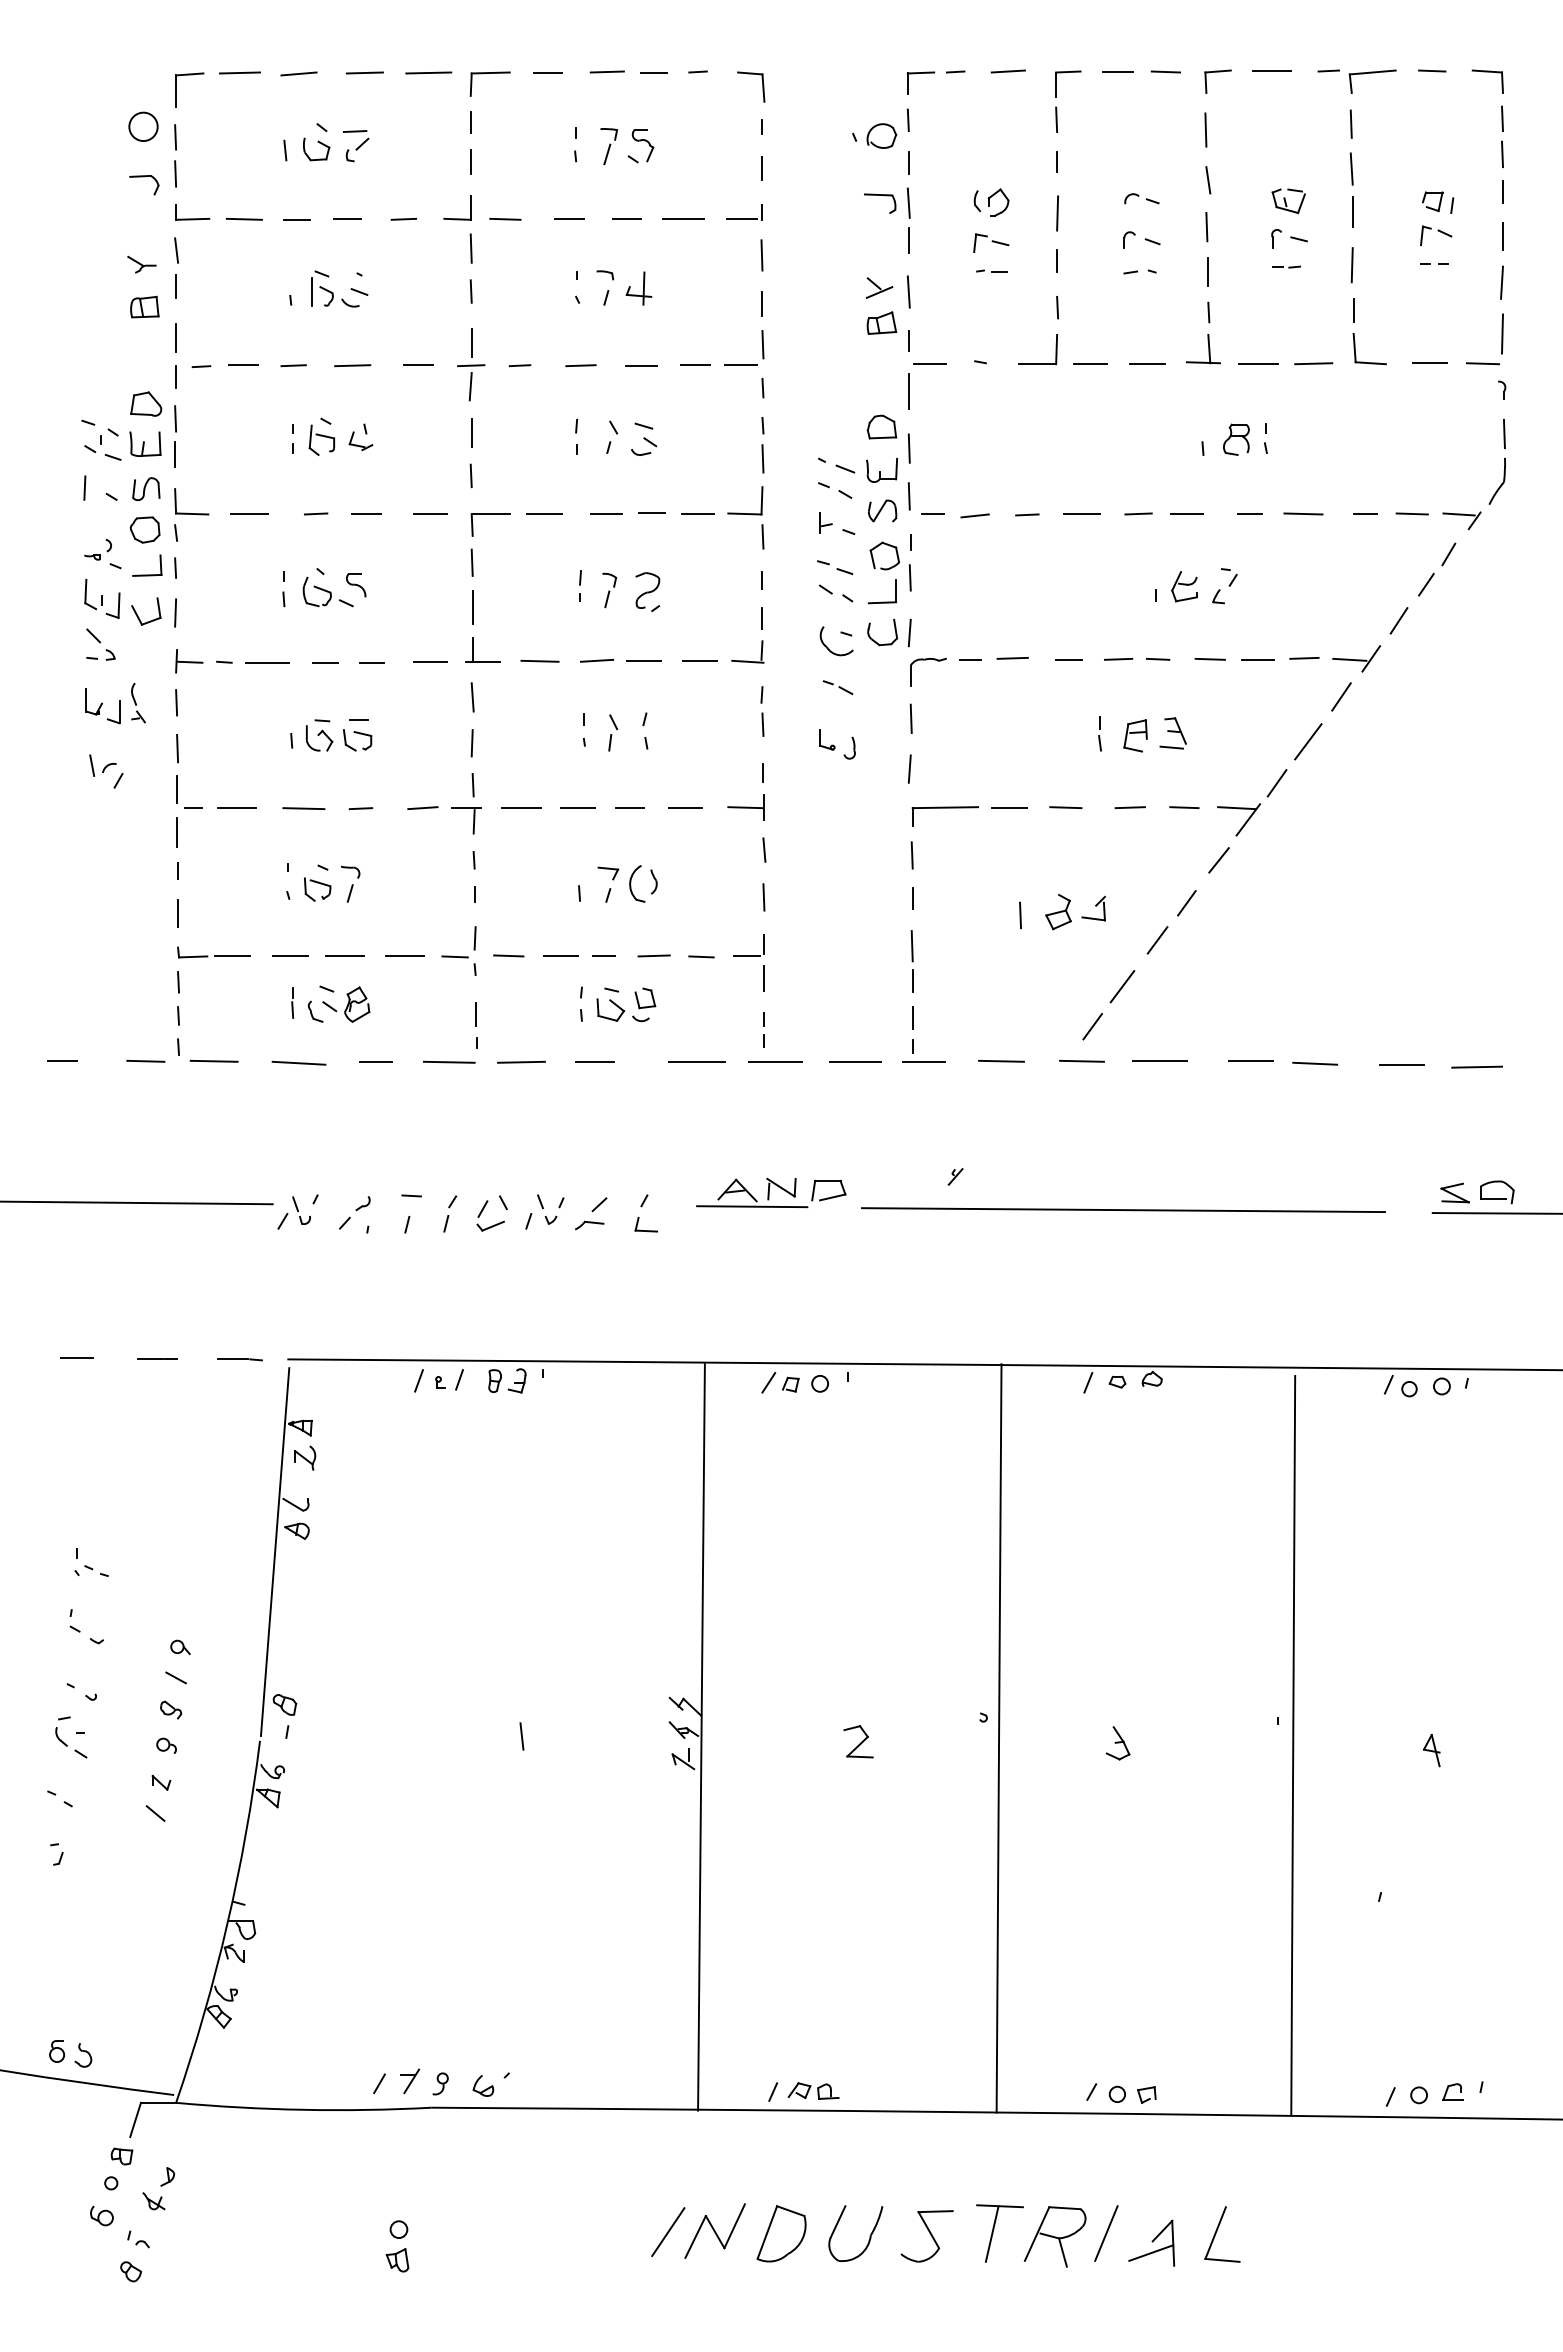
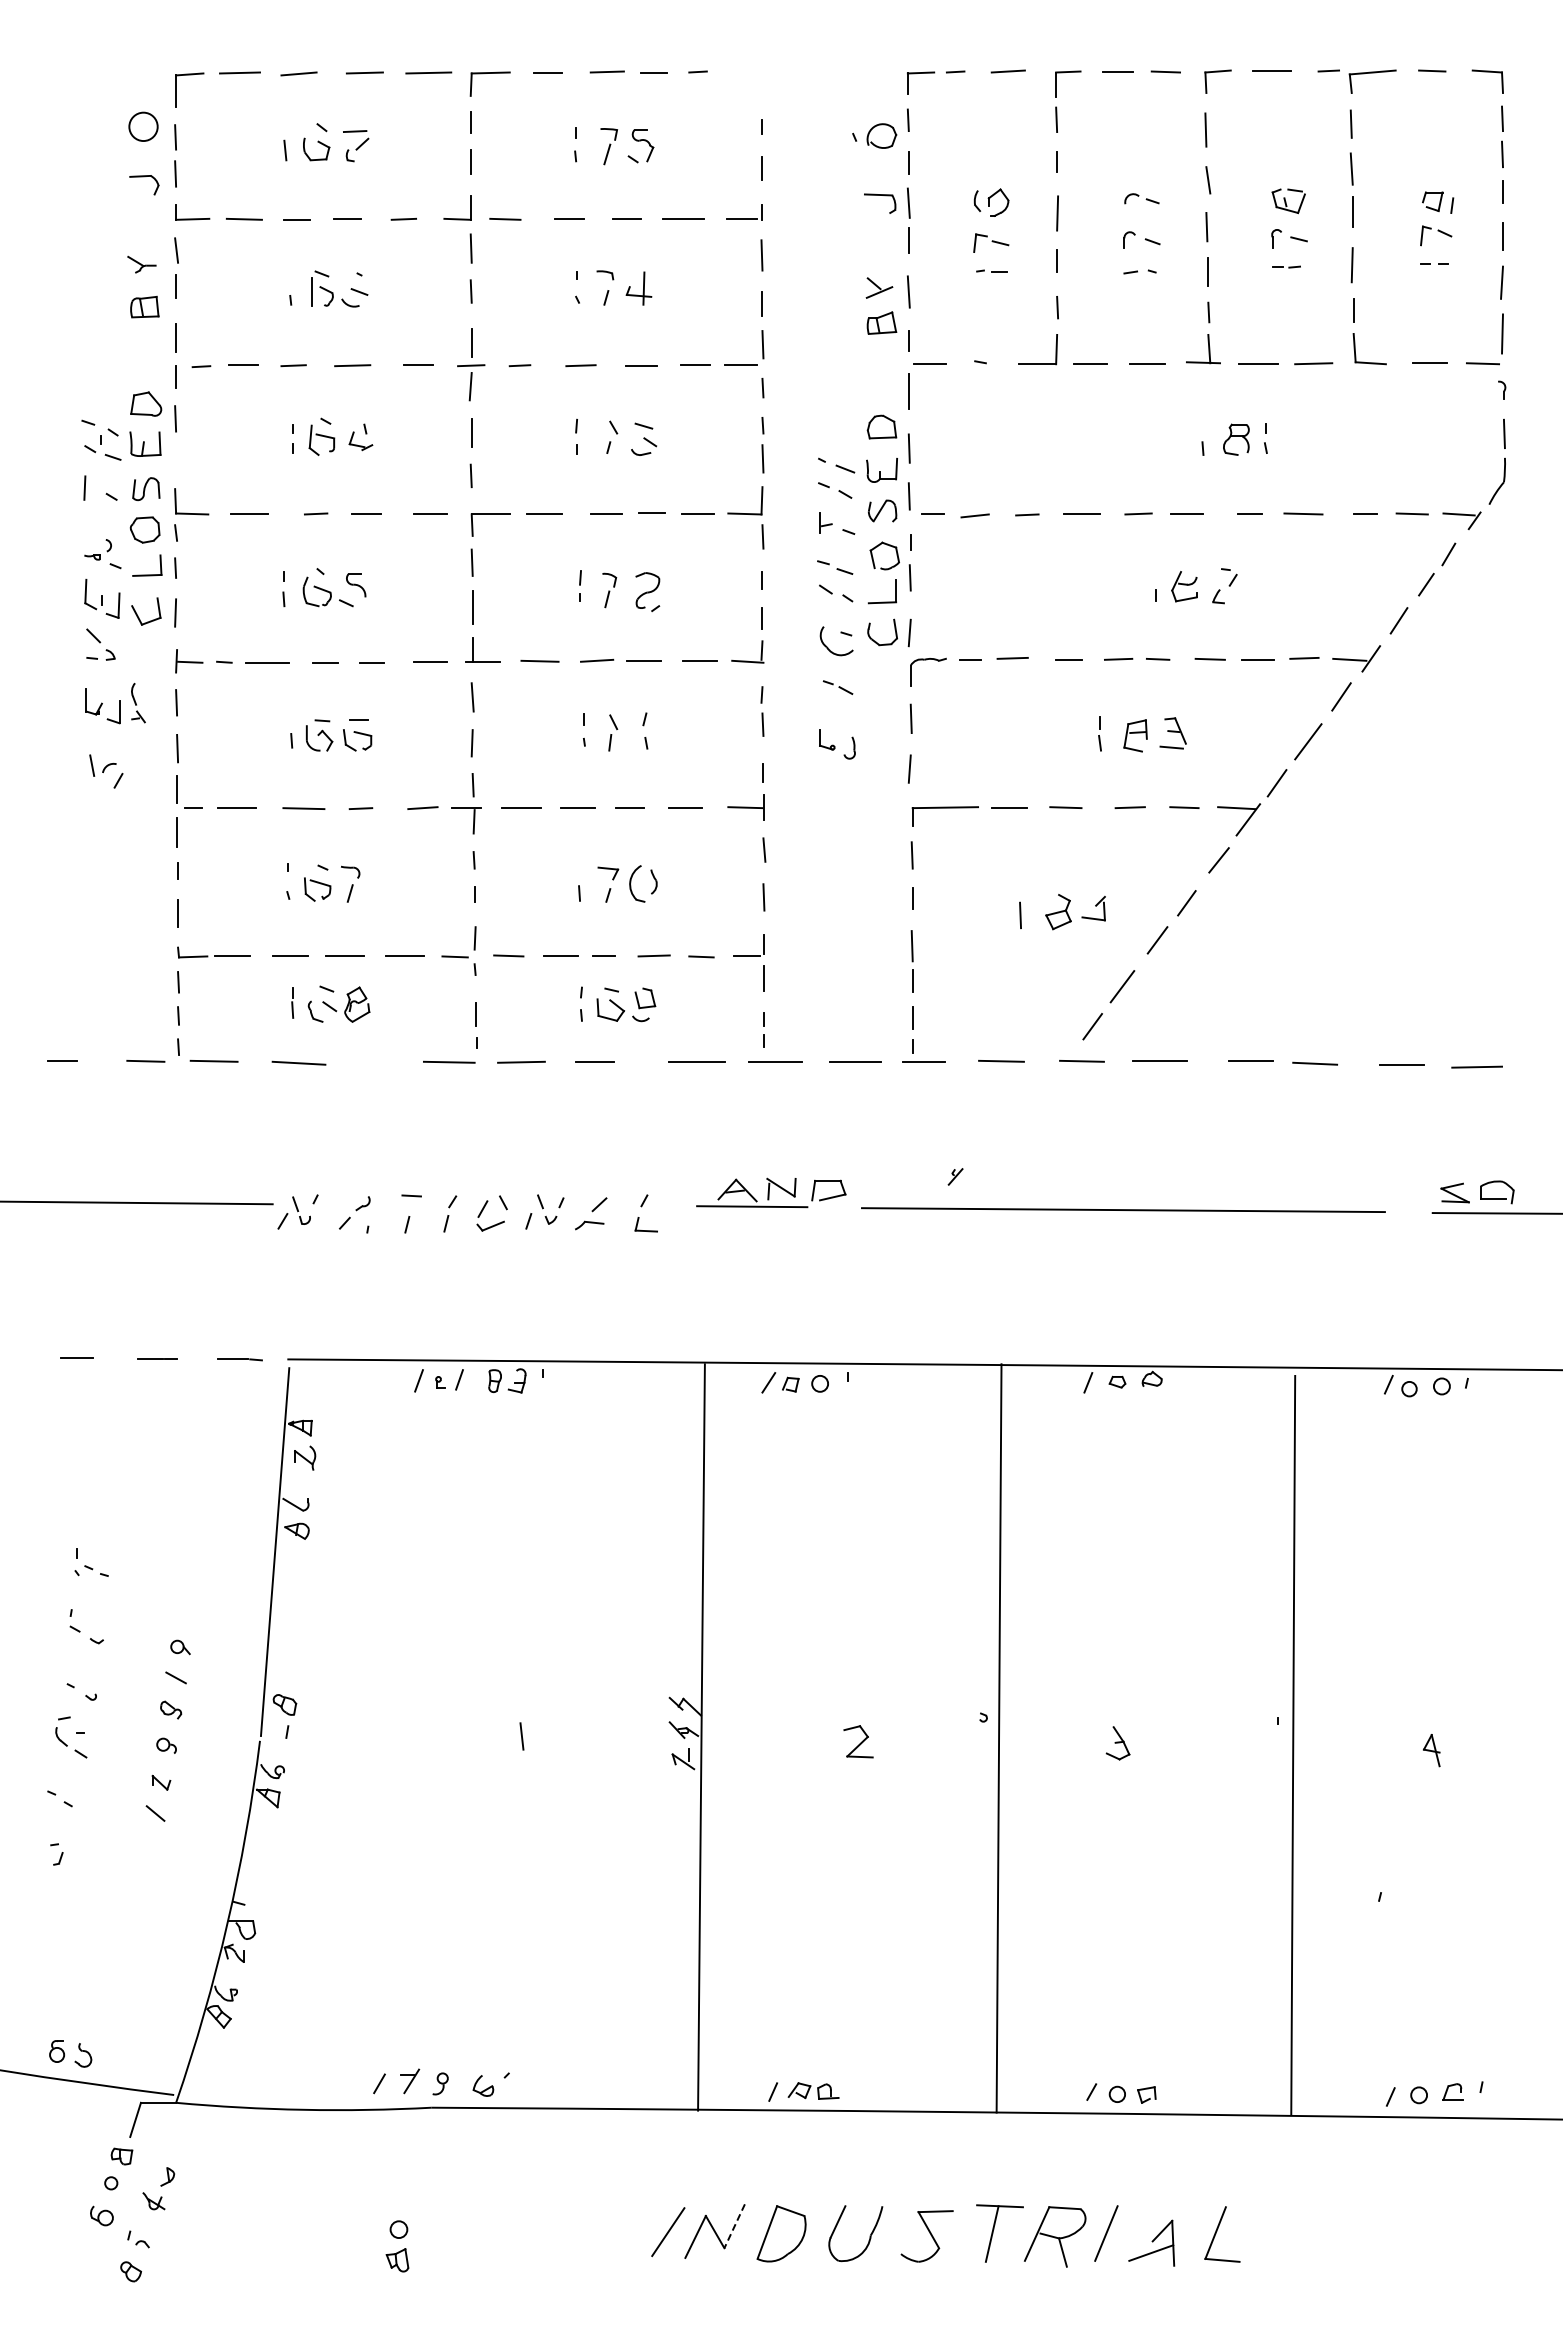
part at (762, 86): present -> none
line at (175, 454): present -> none
line at (375, 1061): present -> none
line at (734, 2226): solid -> dashed
